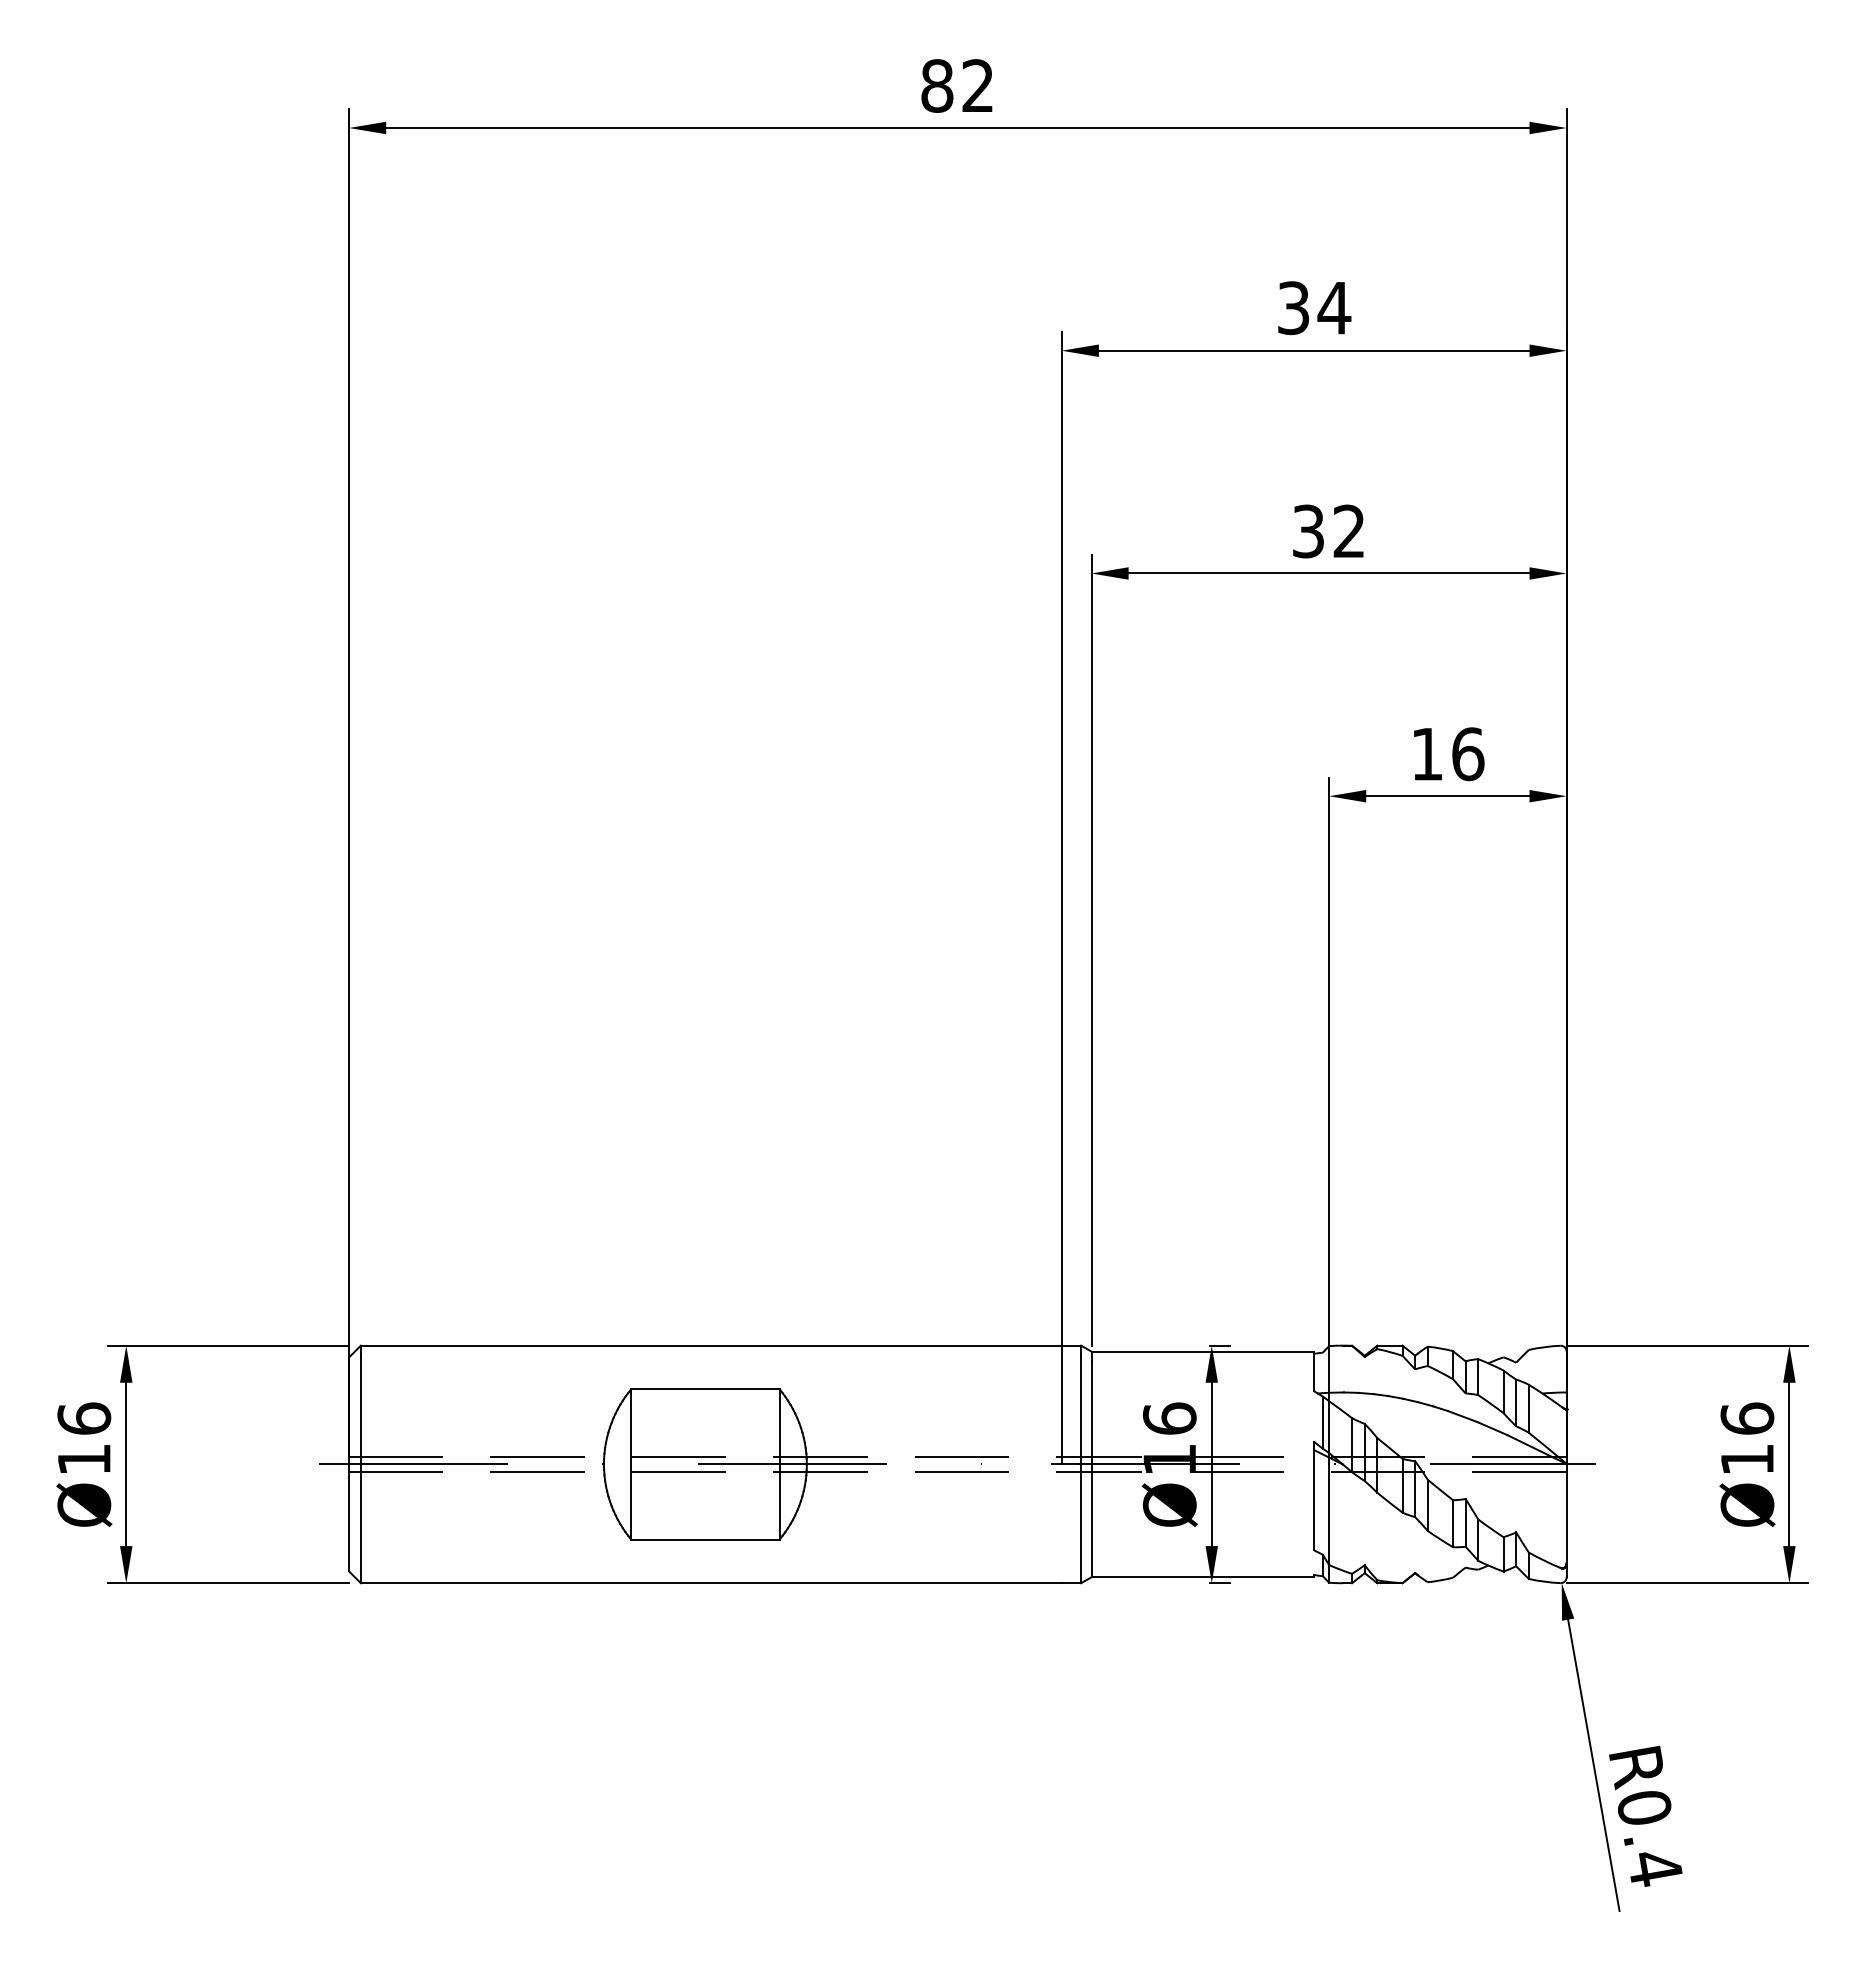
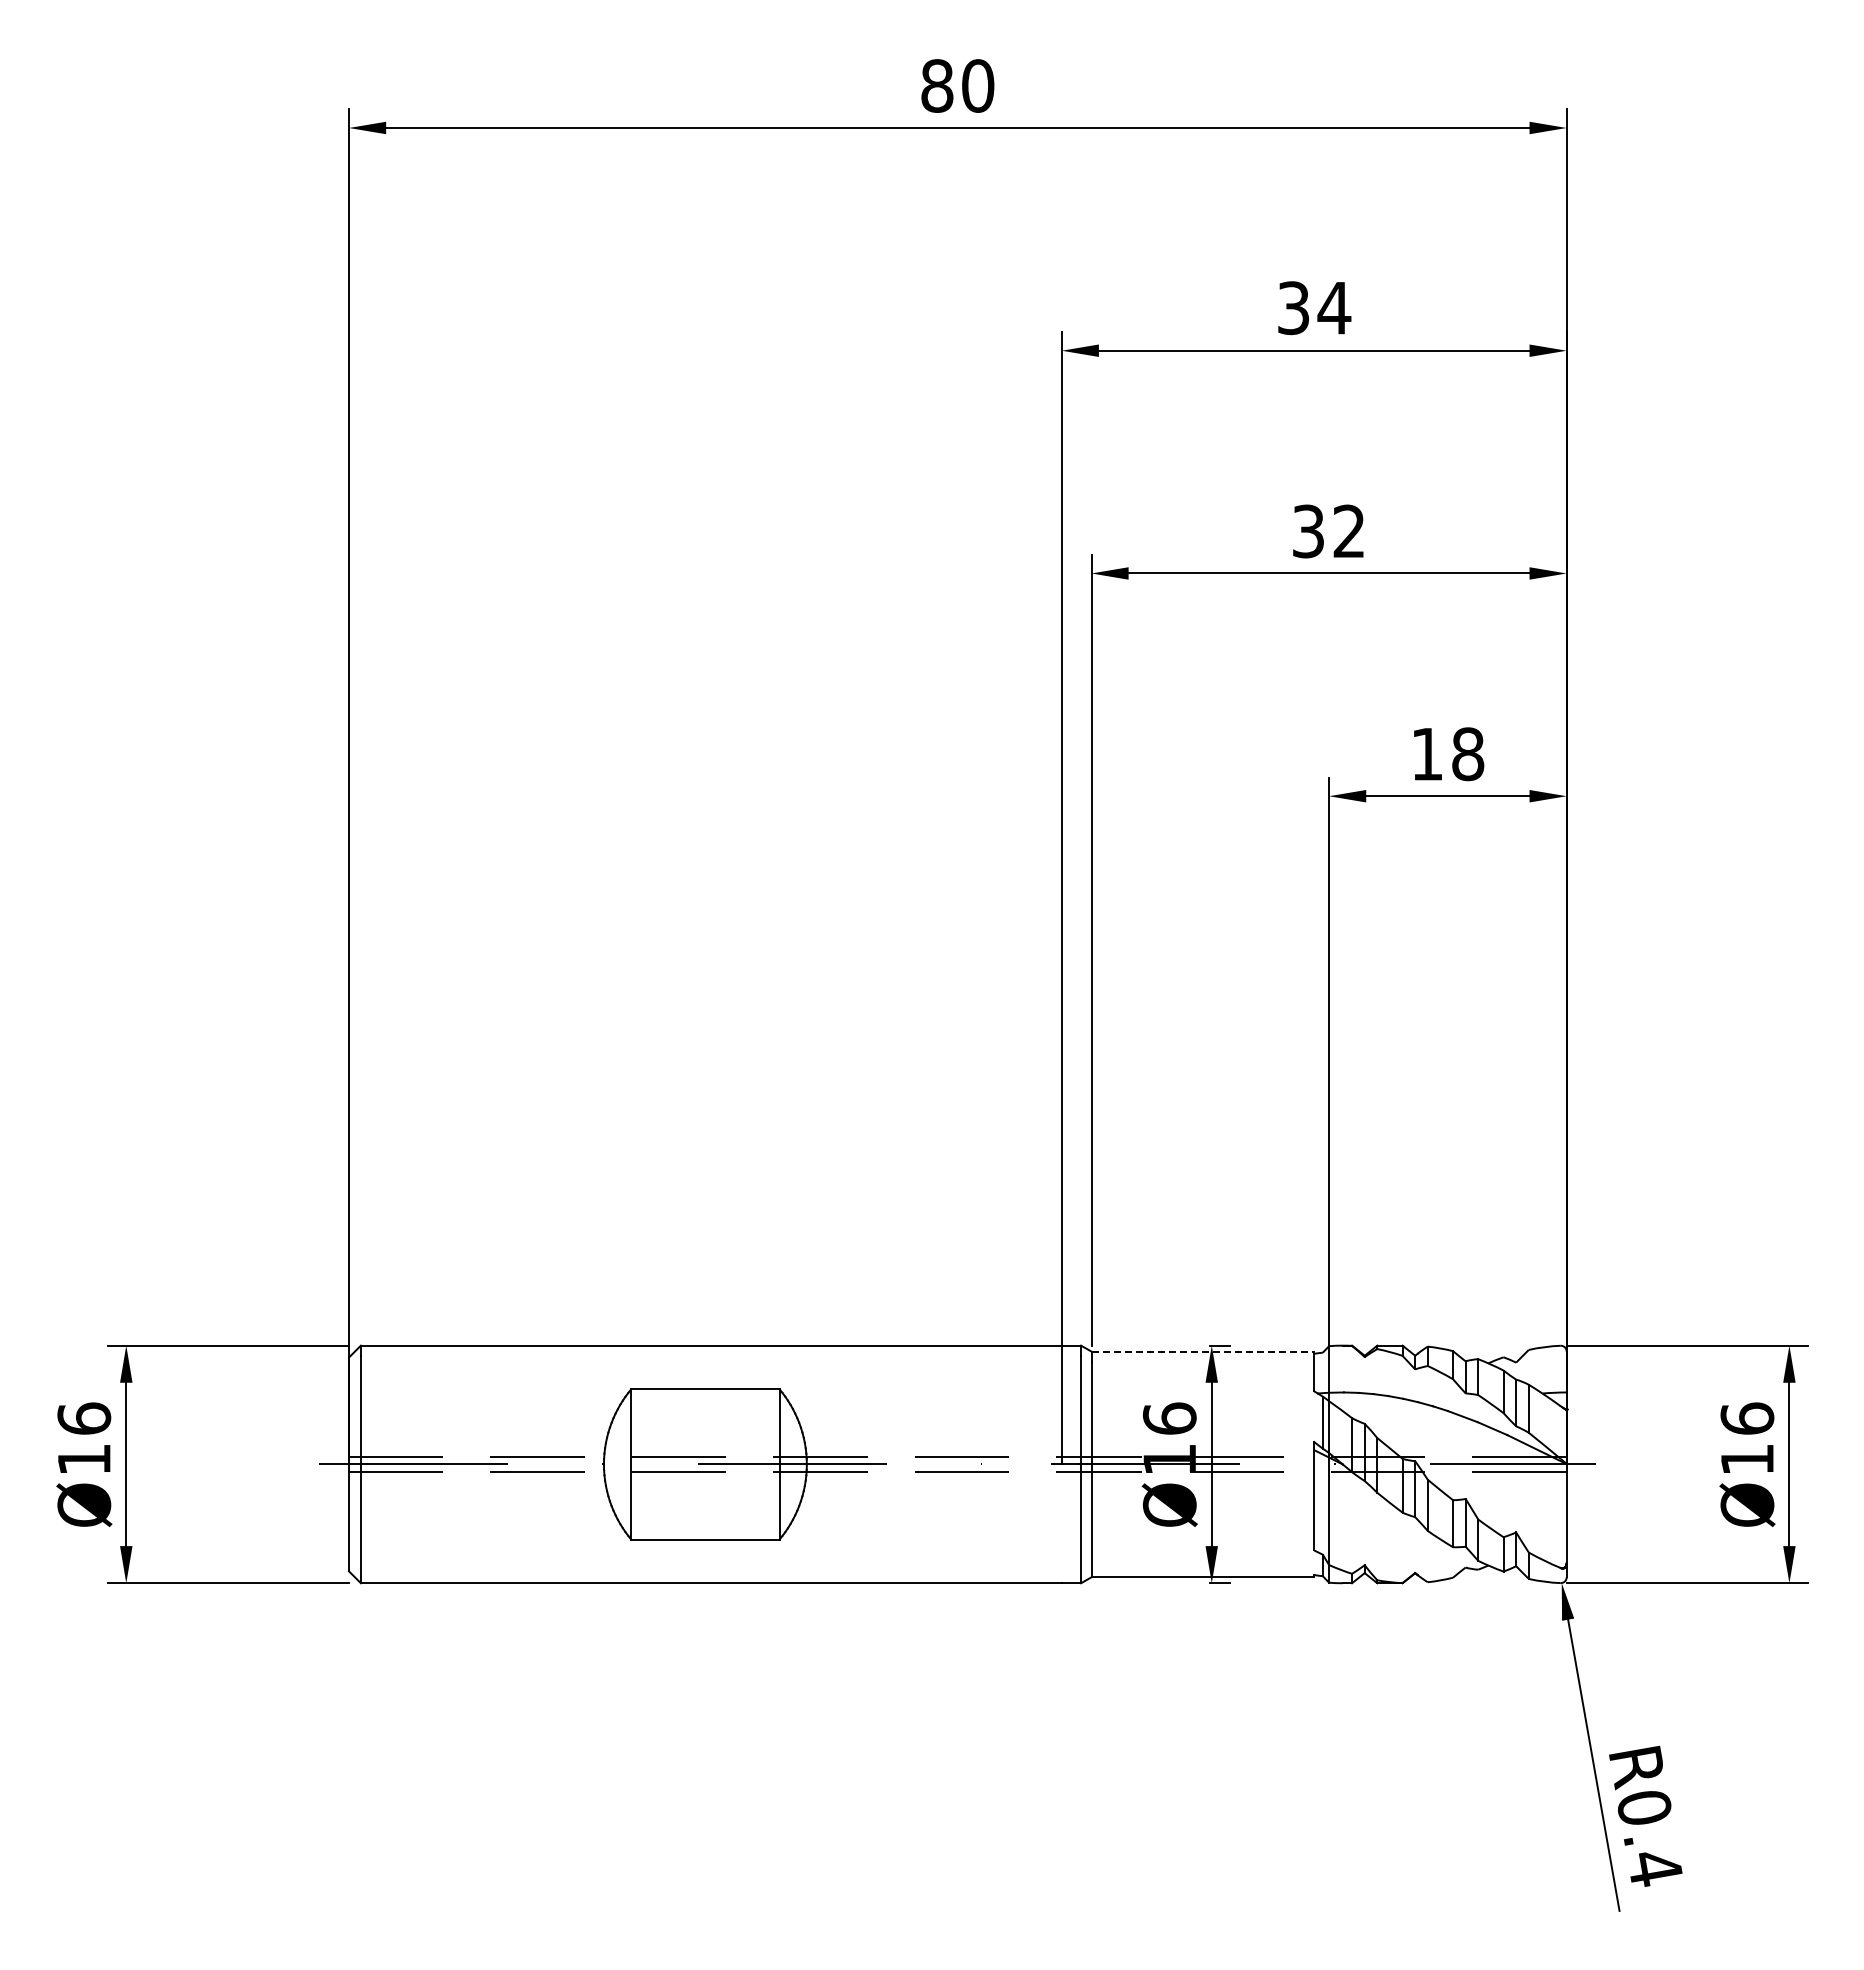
text at (978, 85): 82 -> 80
text at (1468, 754): 16 -> 18
line at (1203, 1351): solid -> dashed
